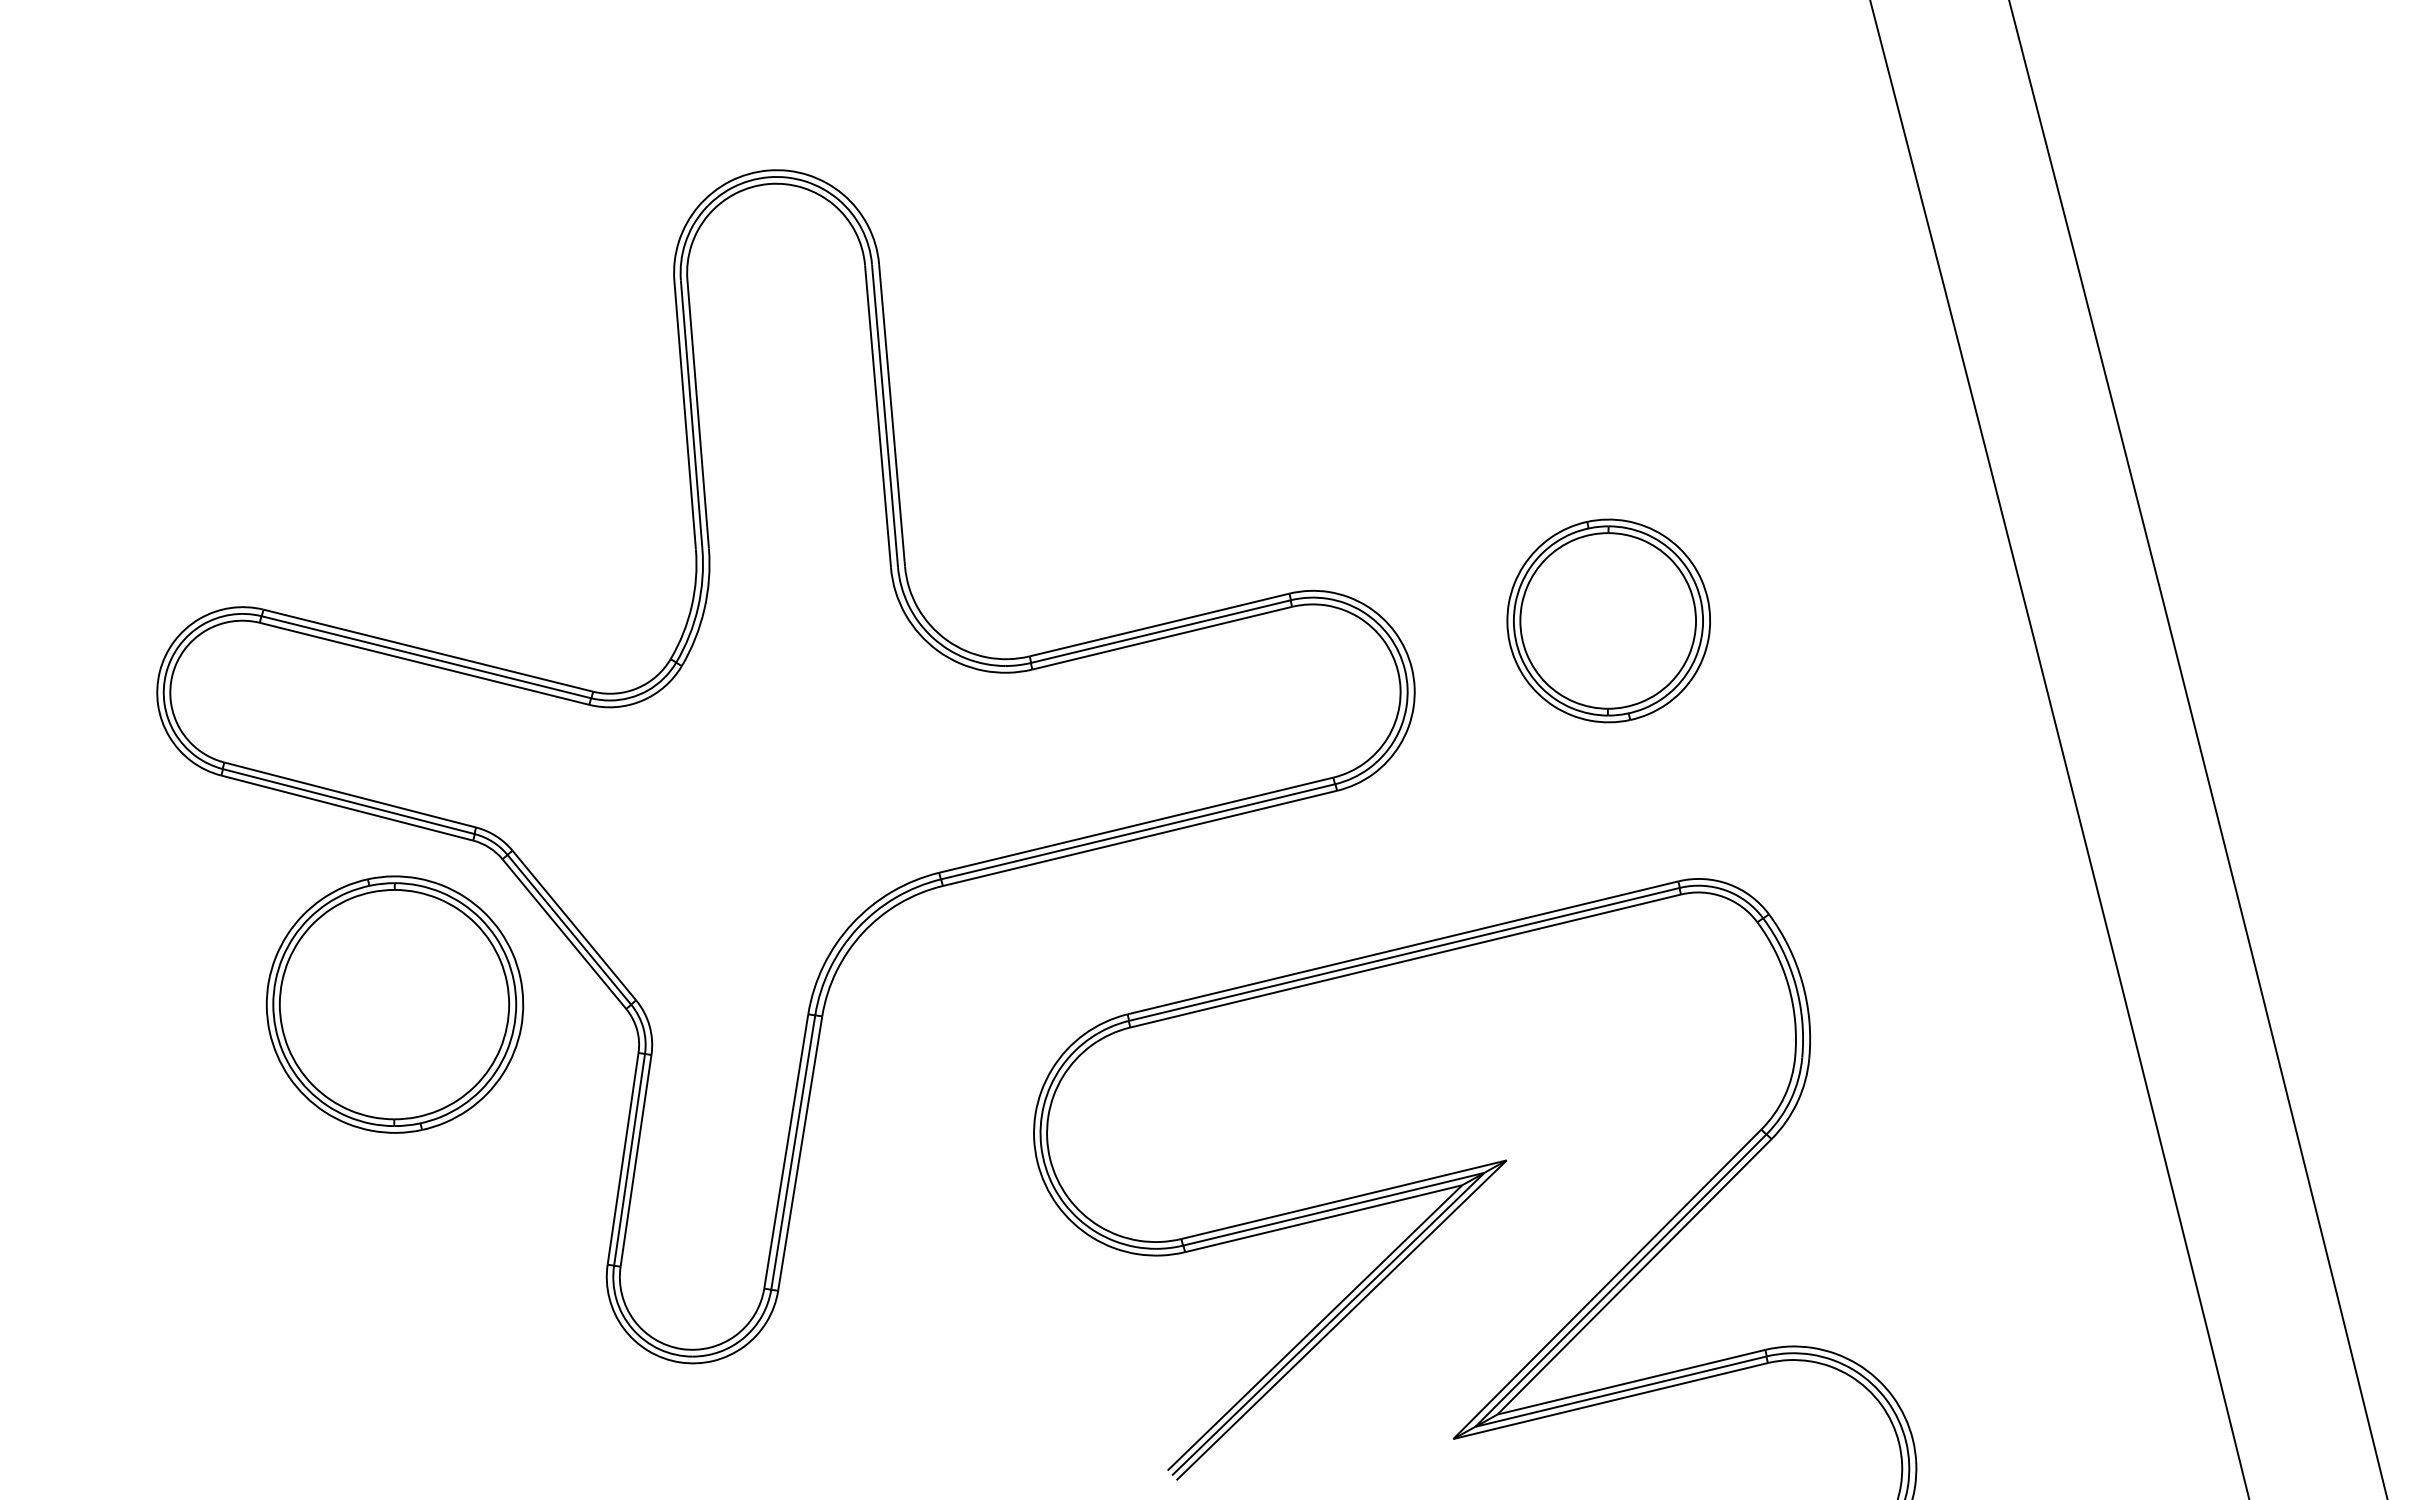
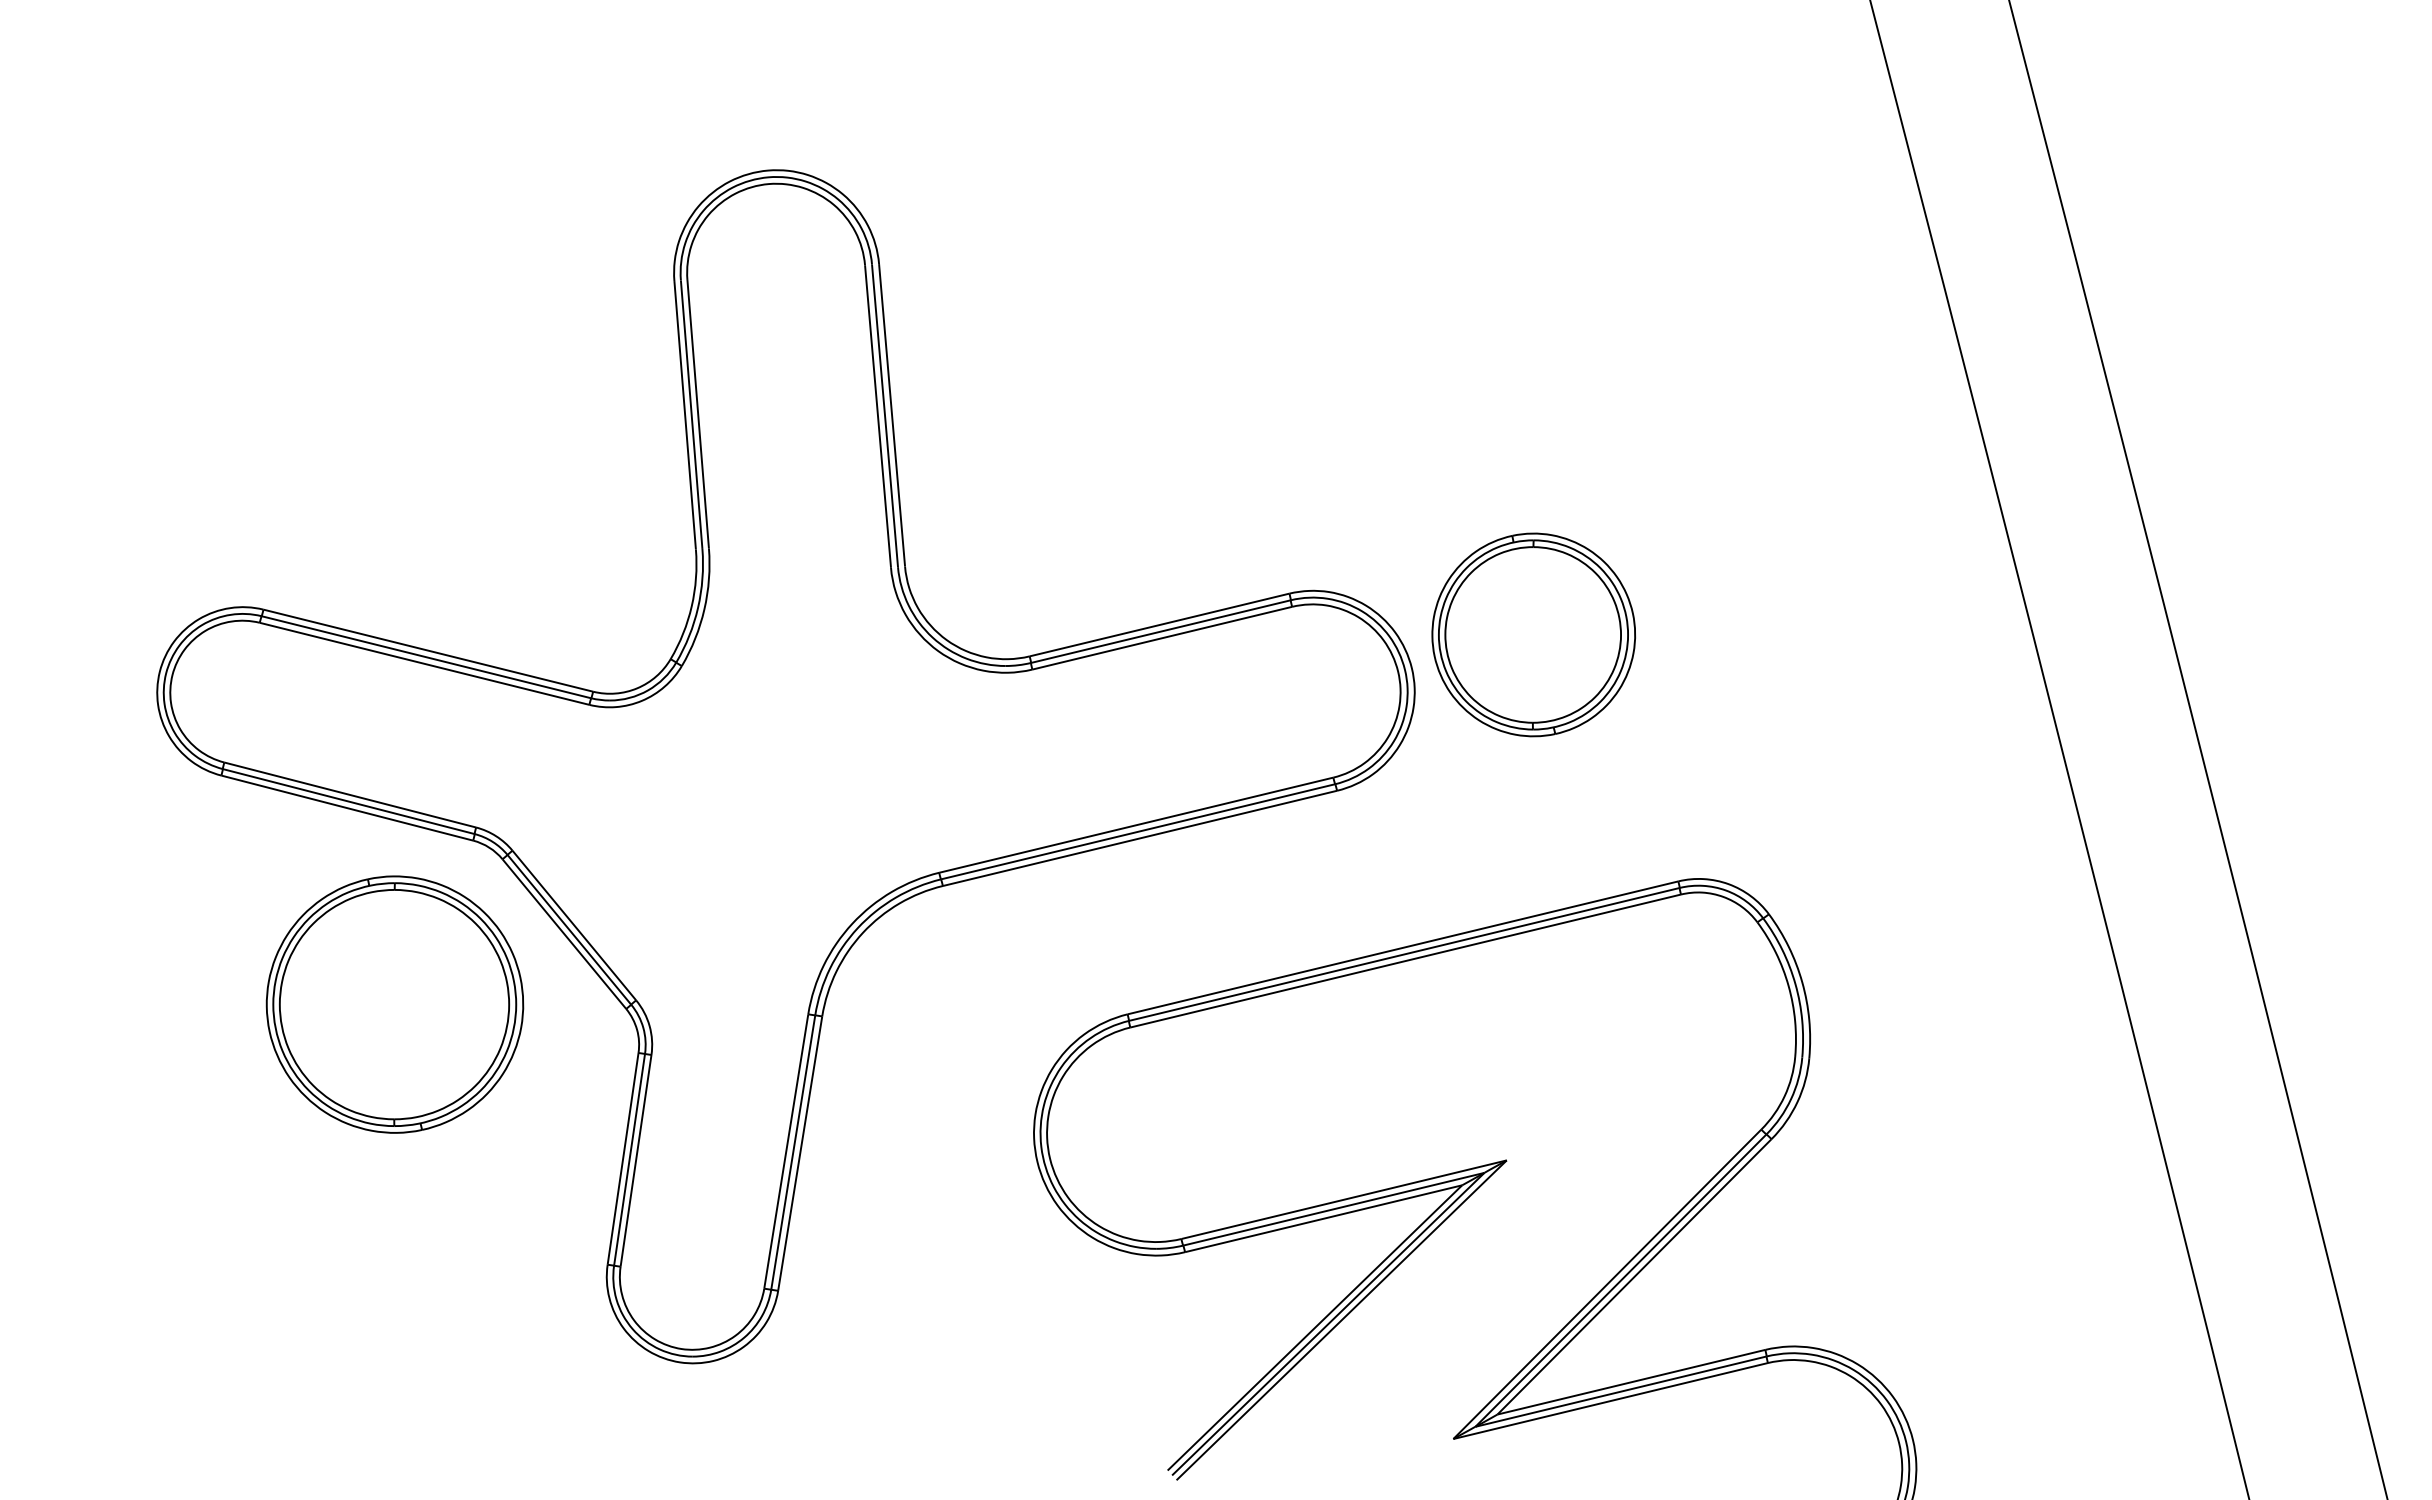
part at (1608, 620) position: (1608, 620) -> (1533, 634)
